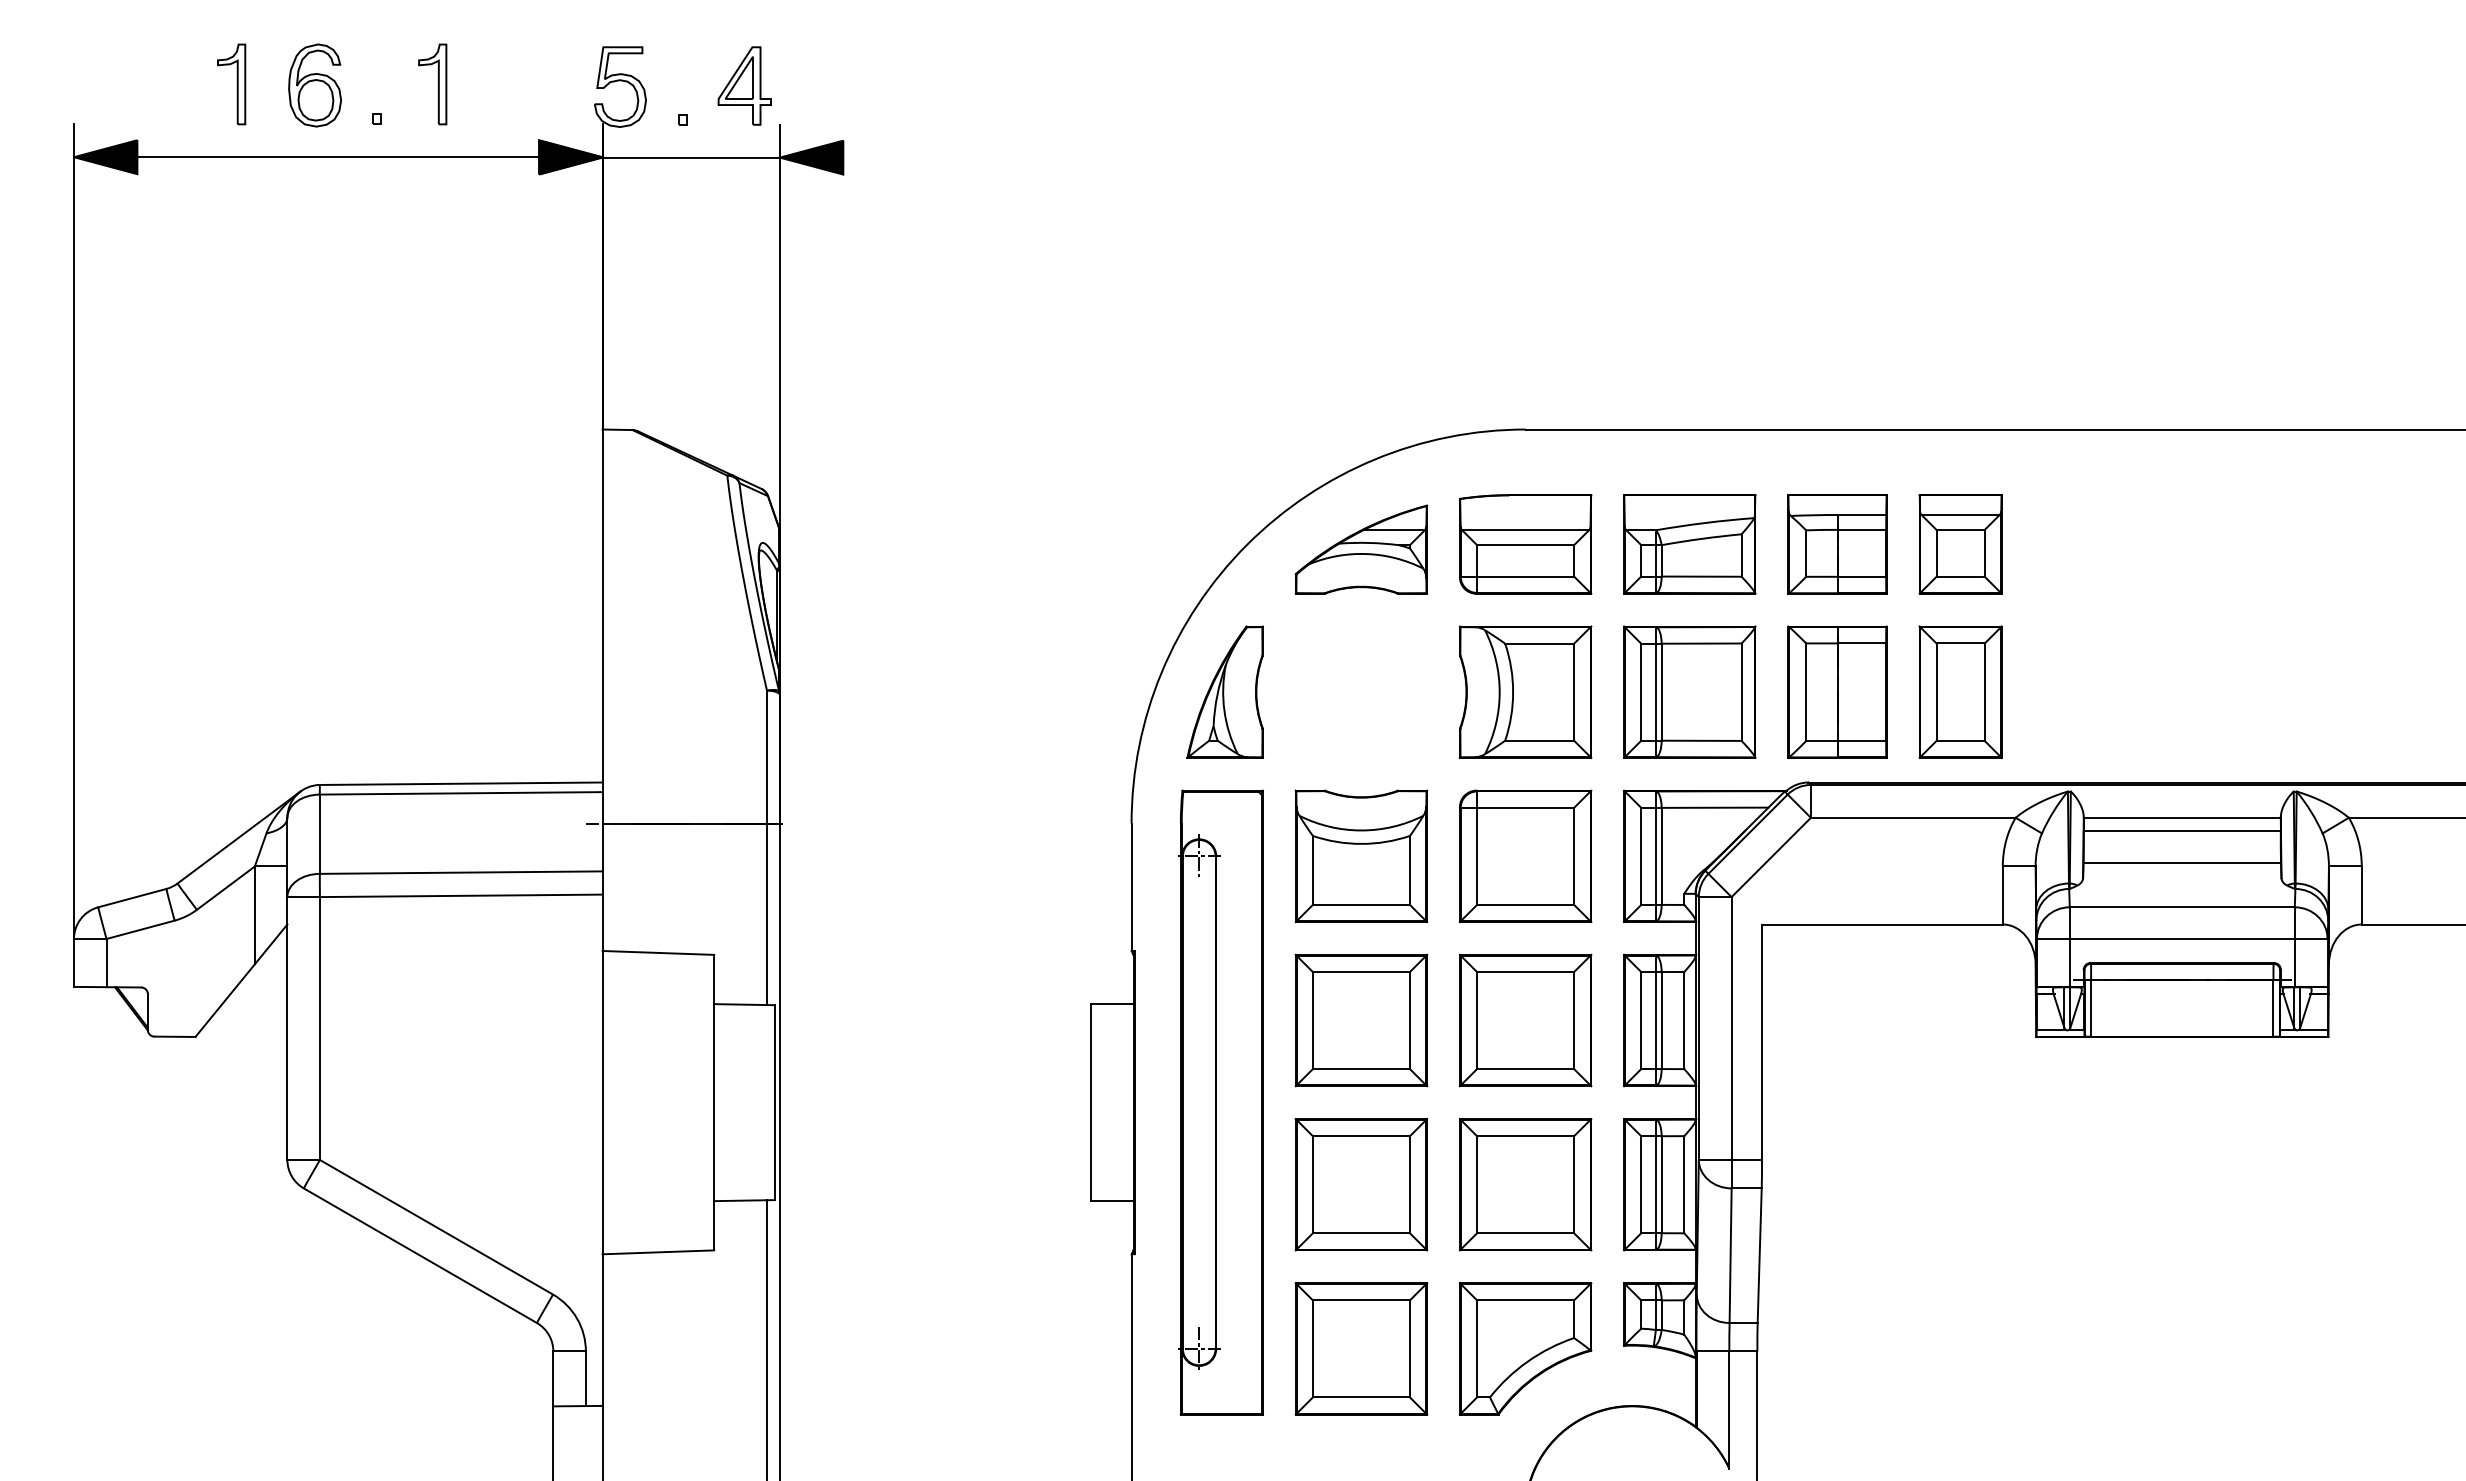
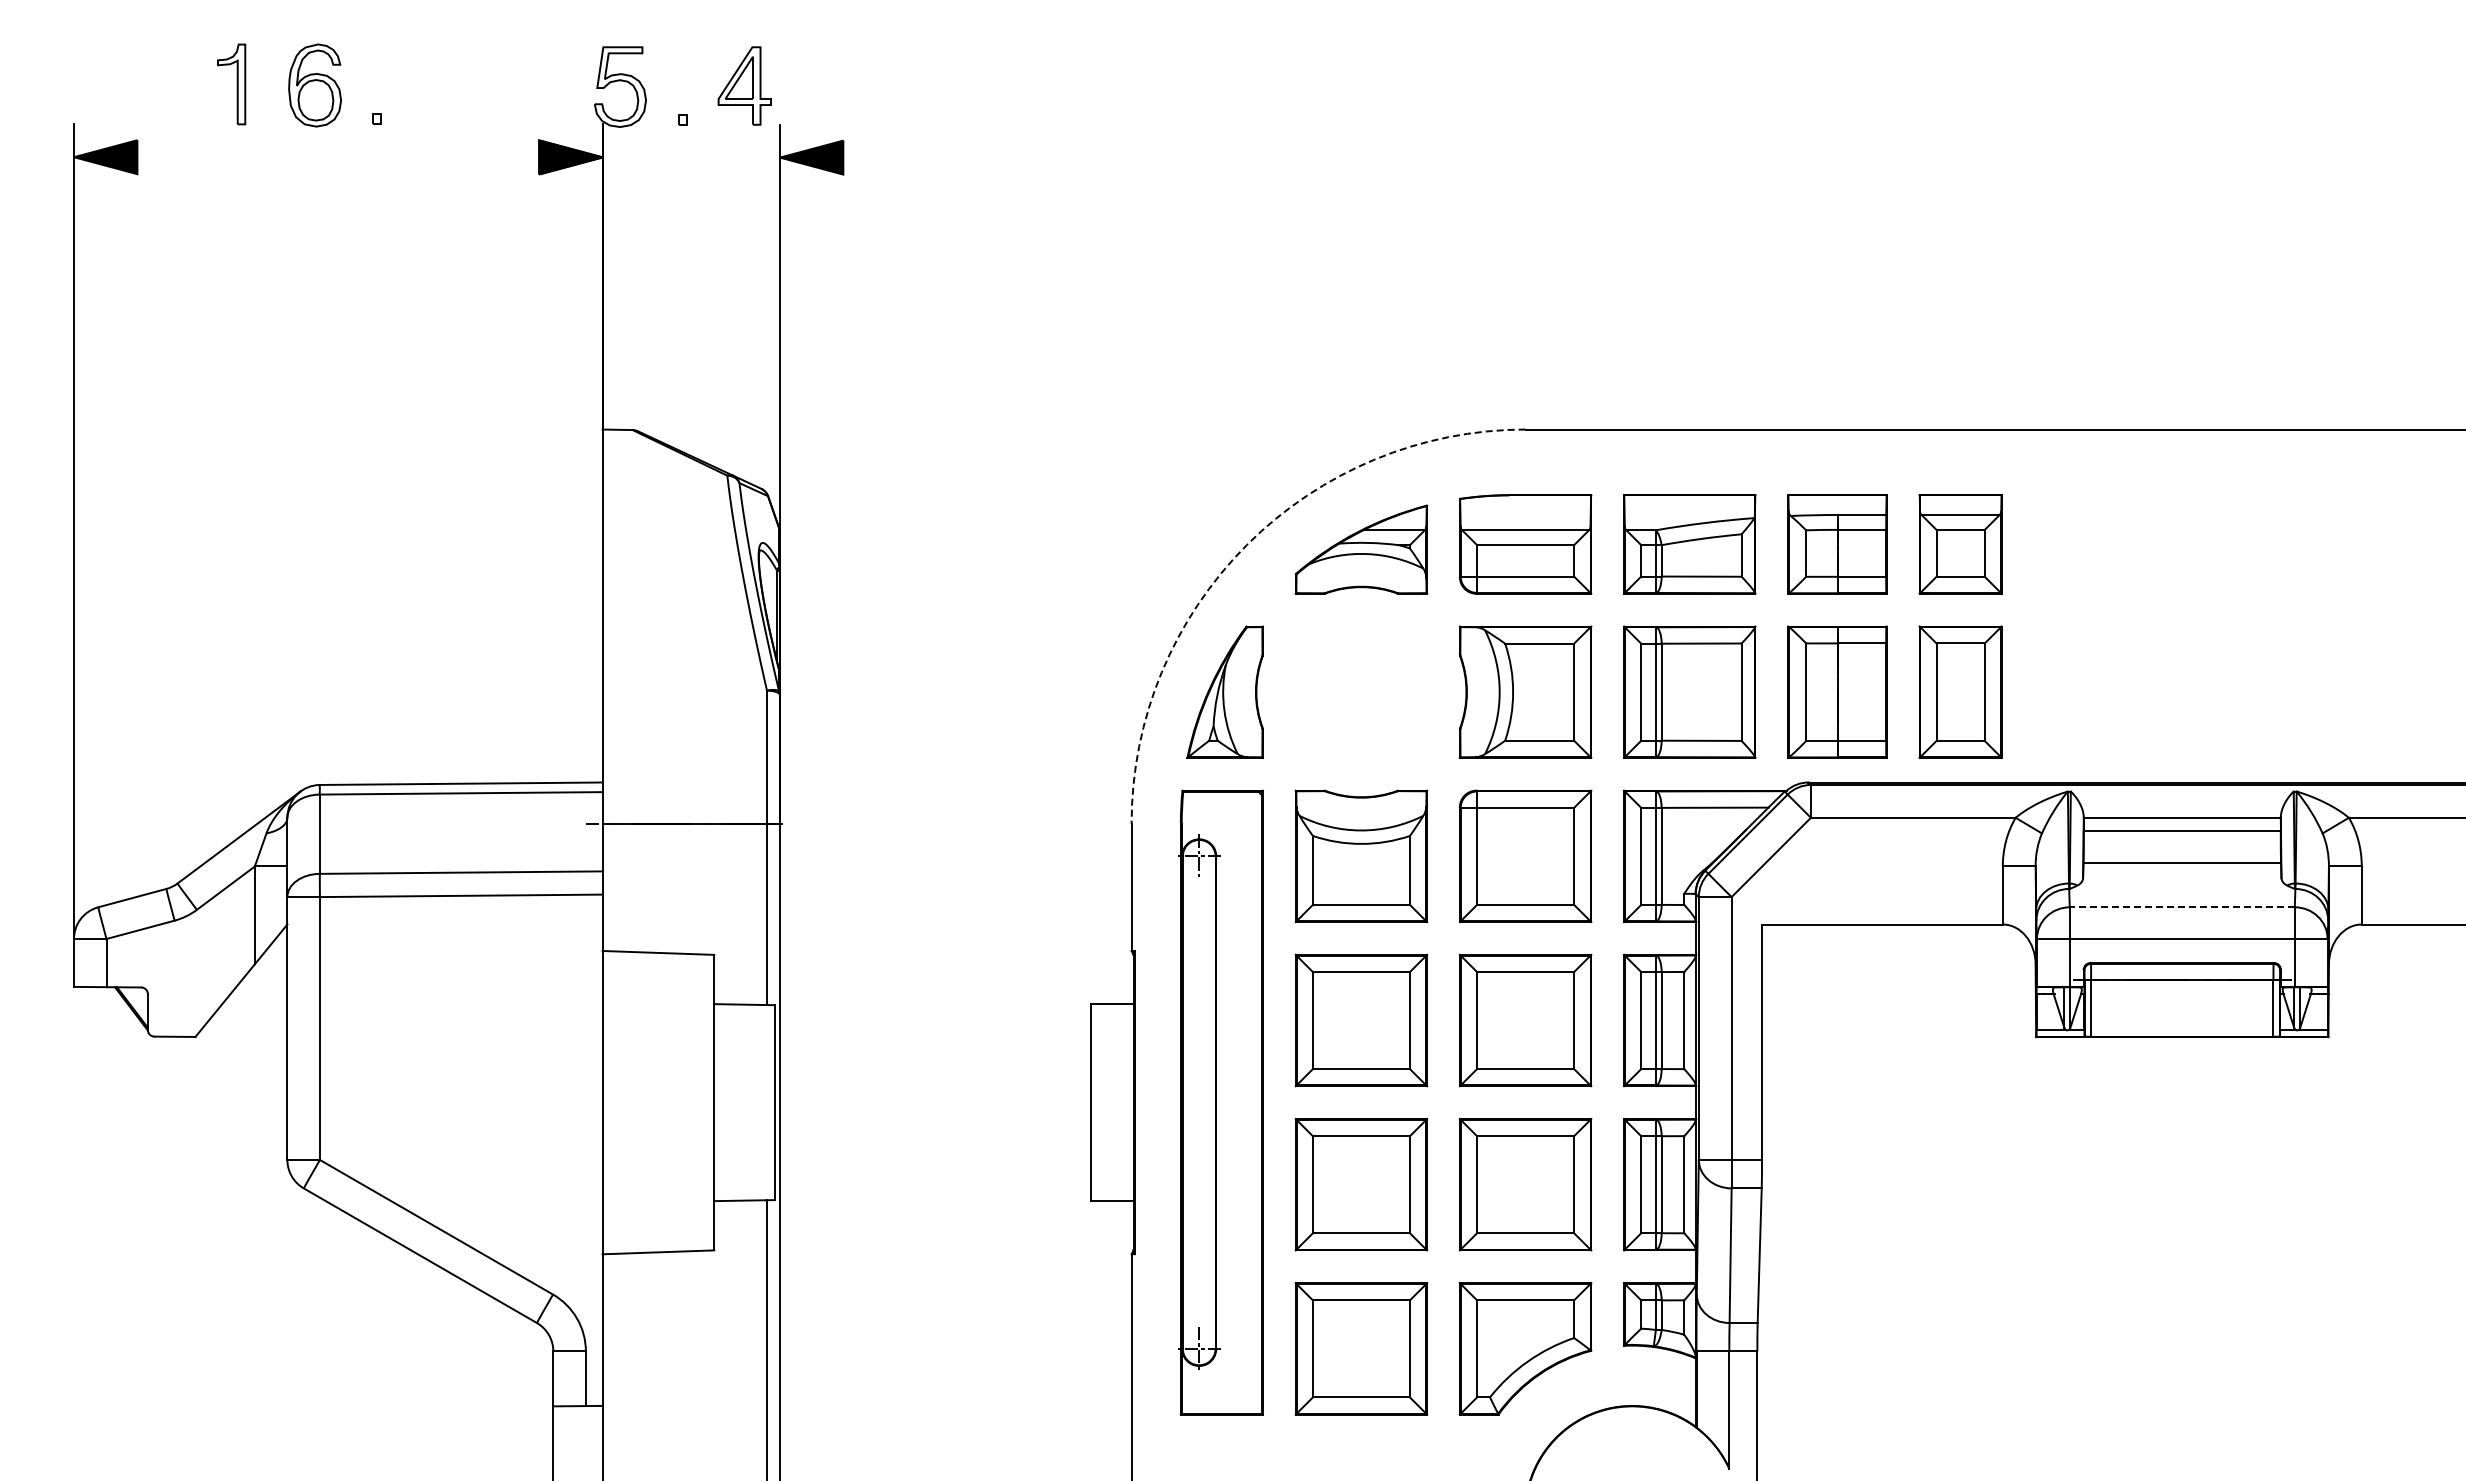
part at (432, 84): present -> none
line at (338, 157): present -> none
line at (690, 157): present -> none
arc at (1247, 544): solid -> dashed
line at (2182, 907): solid -> dashed
